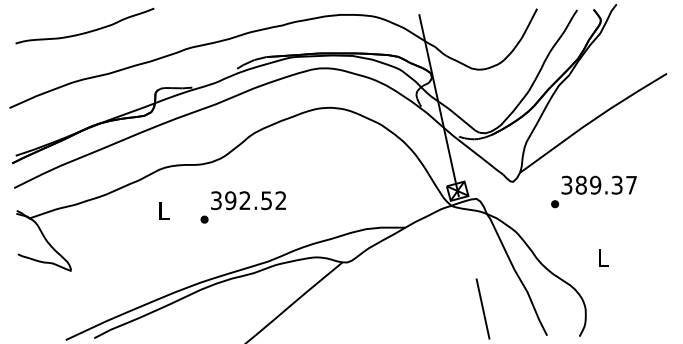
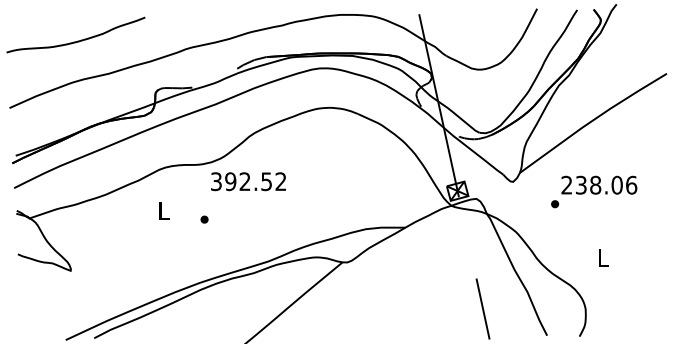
curve at (86, 31) position: (86, 31) -> (77, 40)
text at (599, 184): 389.37 -> 238.06
text at (248, 200) position: (248, 200) -> (248, 181)
